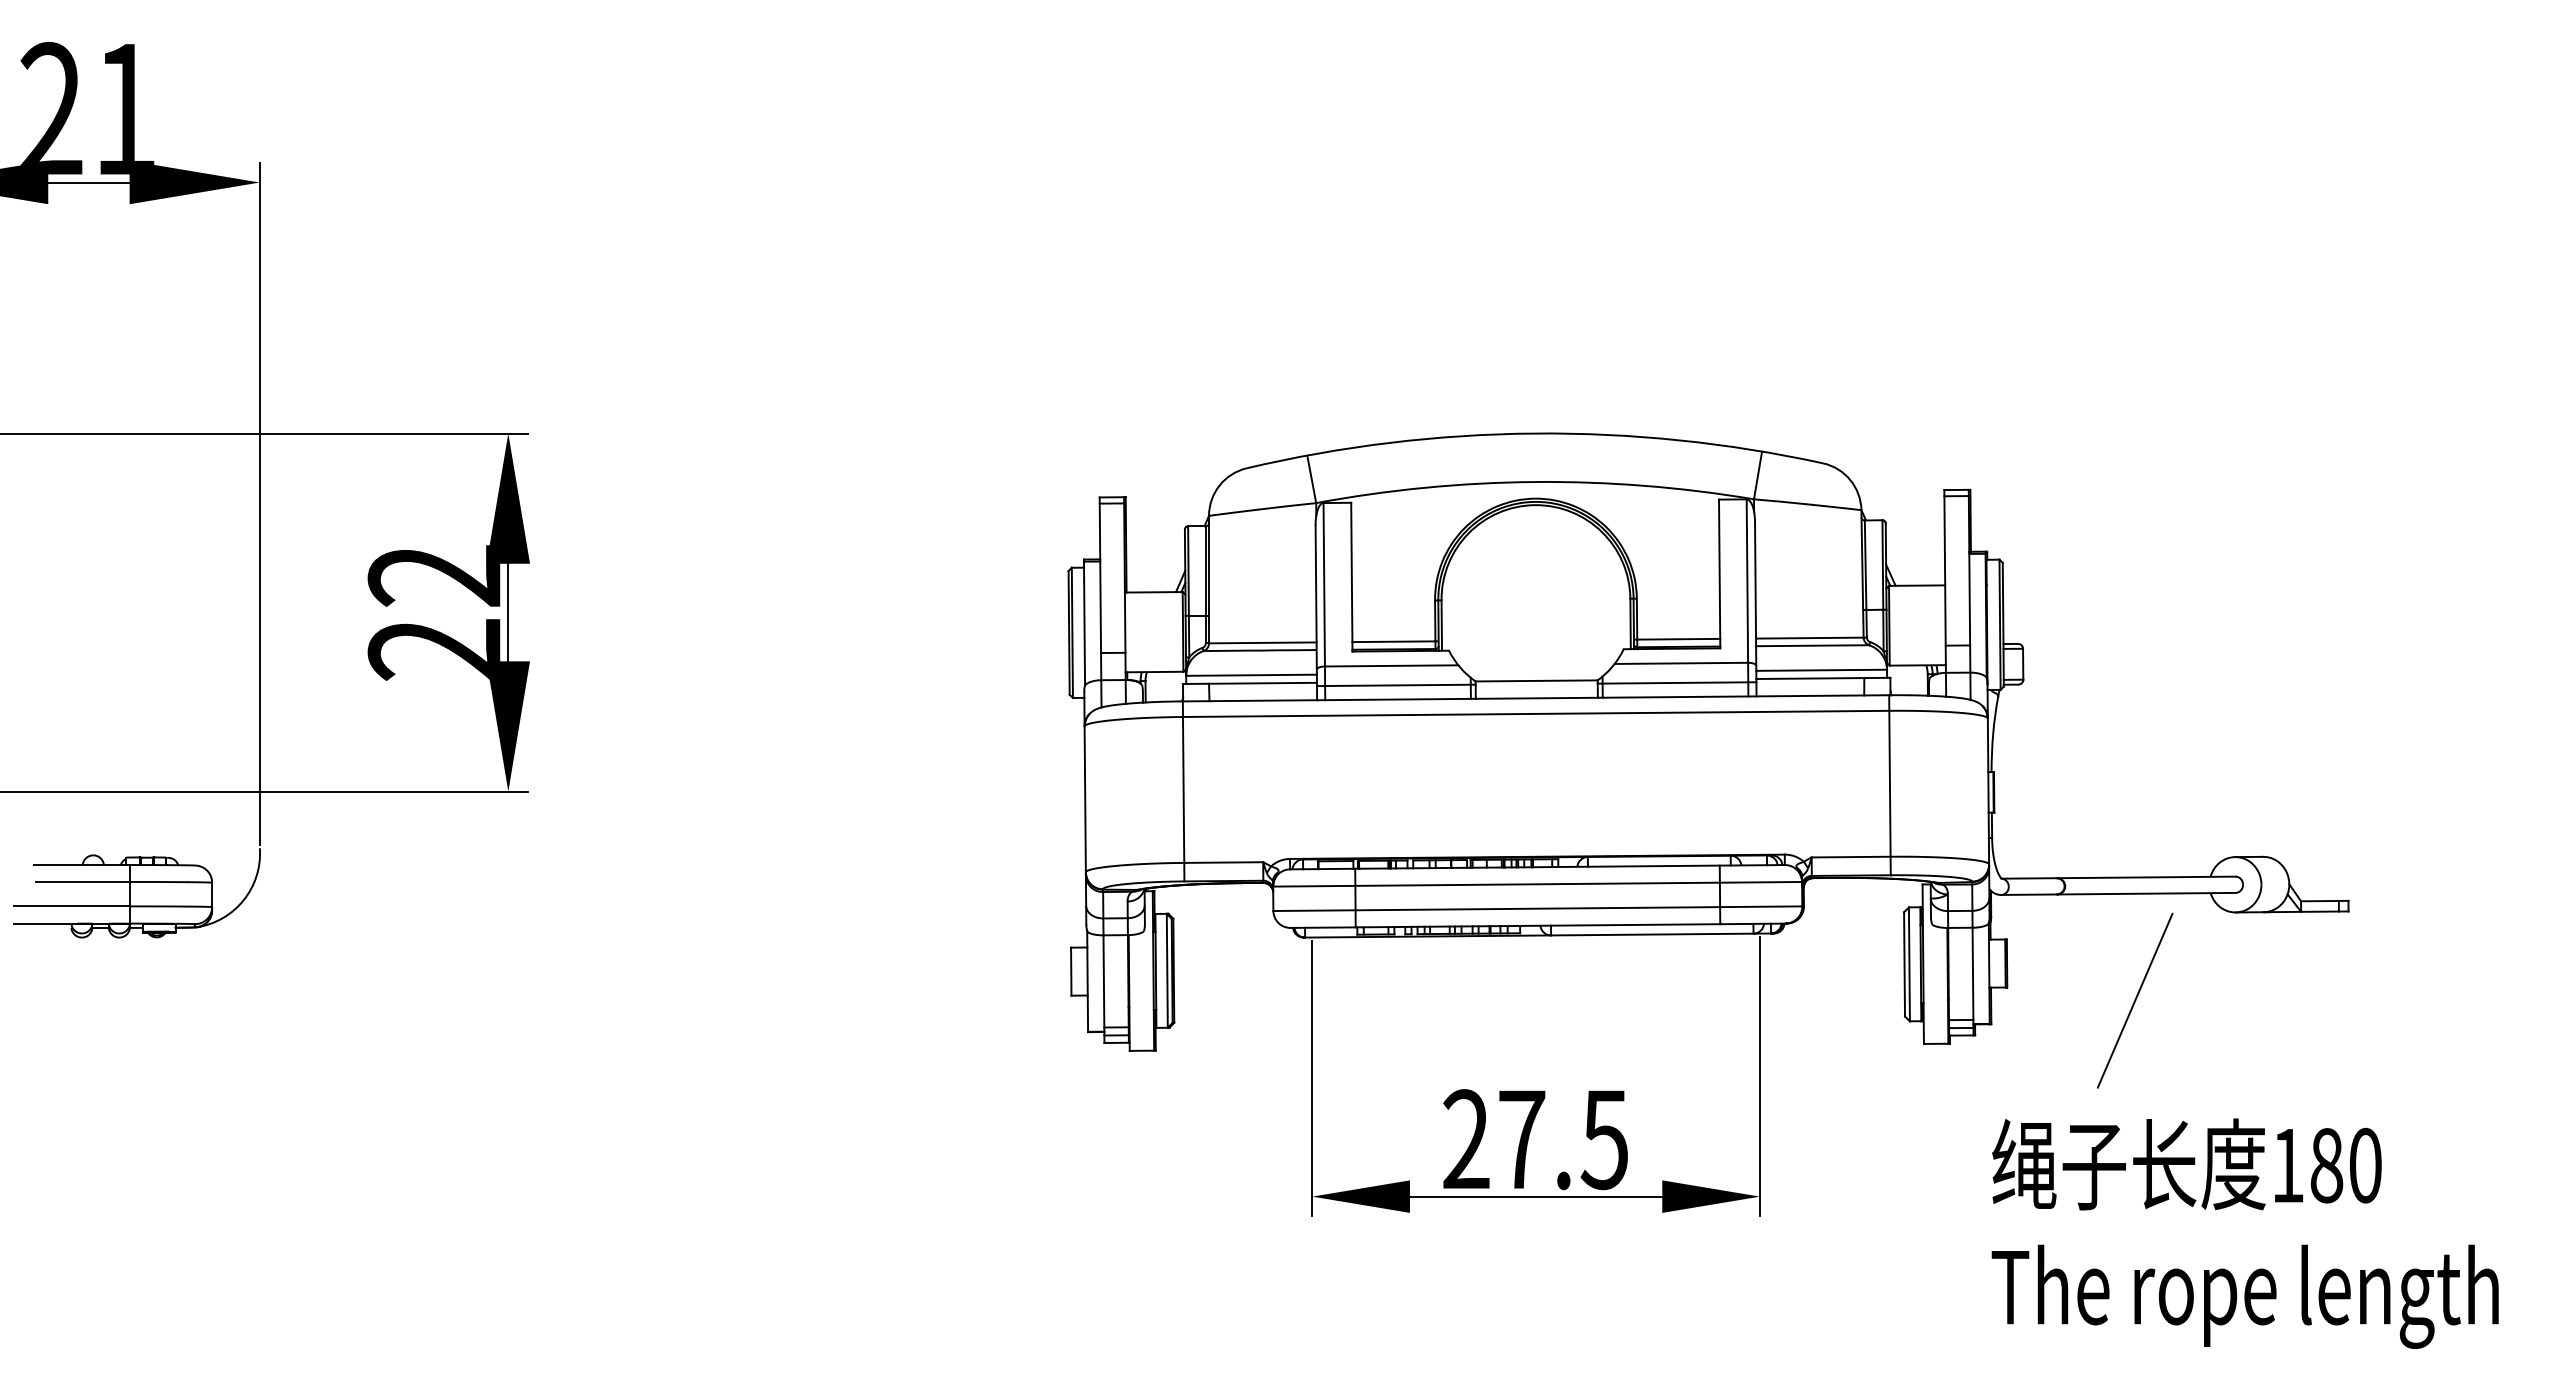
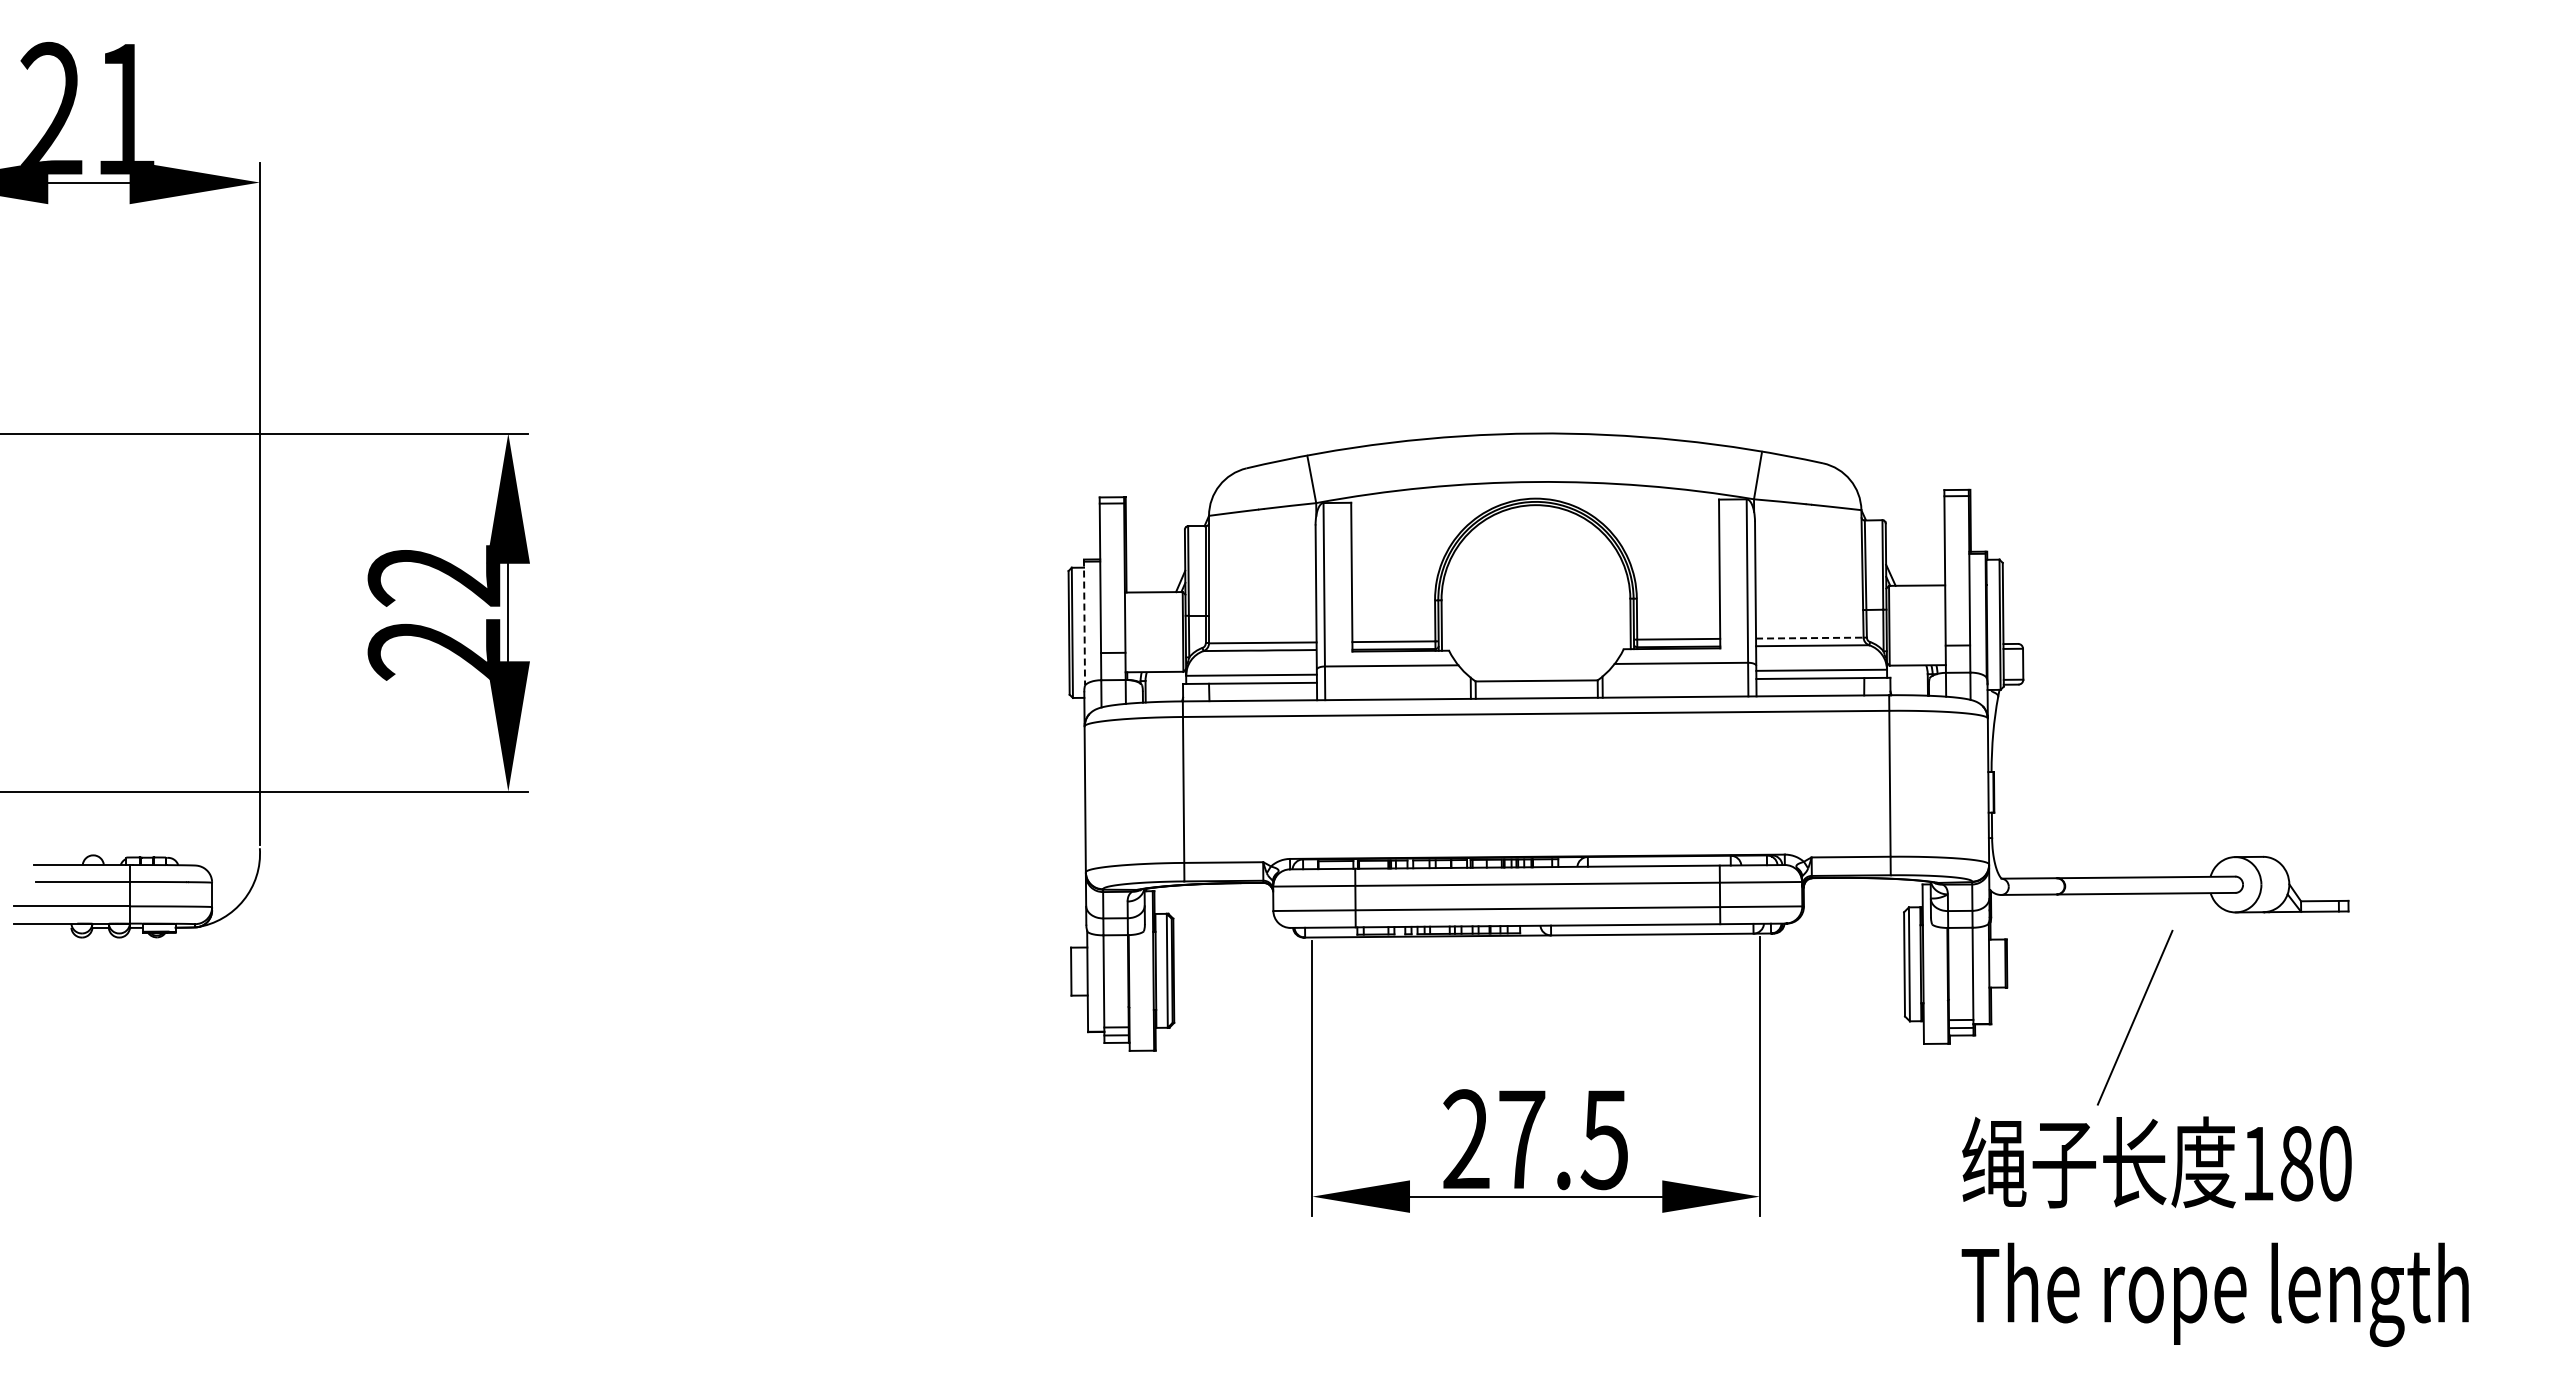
line at (1084, 623): solid -> dashed
line at (1809, 638): solid -> dashed
line at (1676, 682): present -> none
line at (1396, 685): present -> none
line at (2135, 1000) position: (2135, 1000) -> (2135, 1017)
text at (2244, 1233) position: (2244, 1233) -> (2214, 1231)
